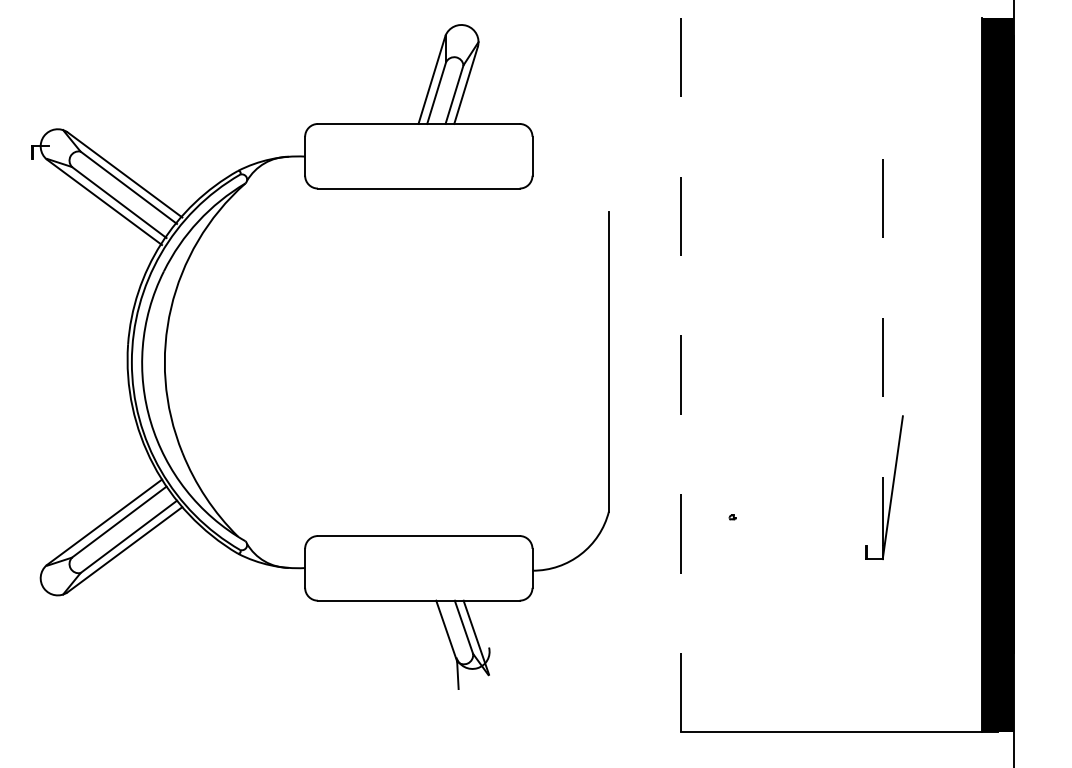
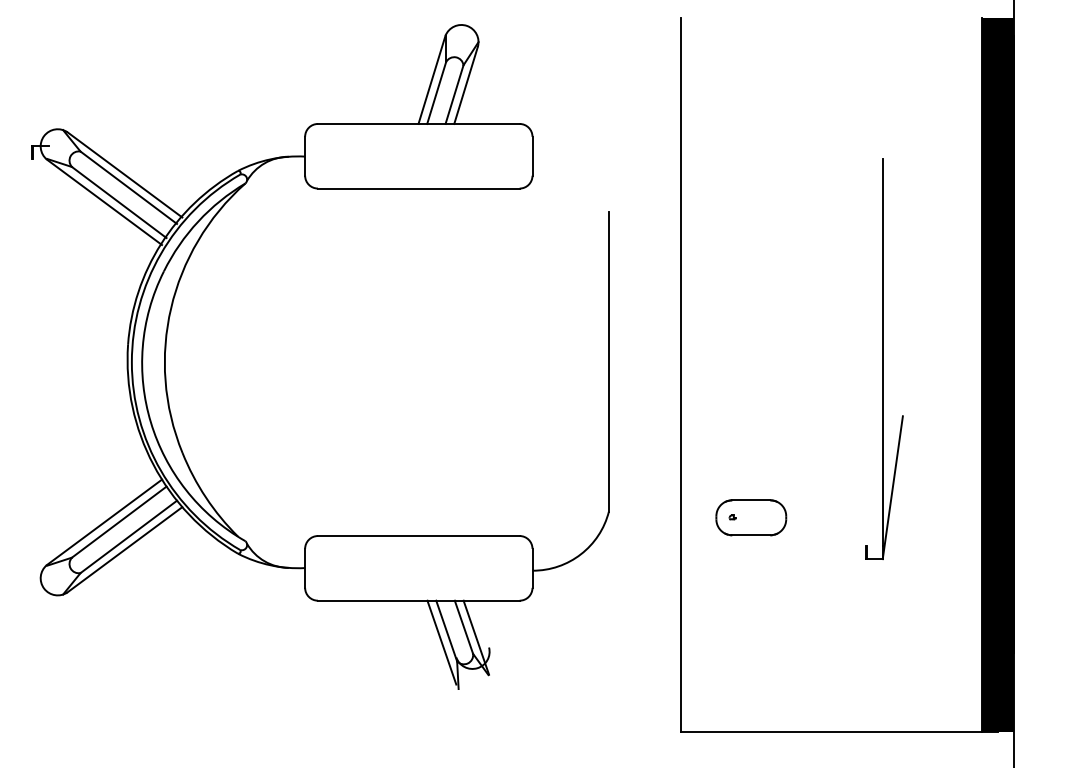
line at (882, 352): dashed -> solid
line at (680, 374): dashed -> solid
part at (751, 517): none -> present
line at (441, 642): none -> present
